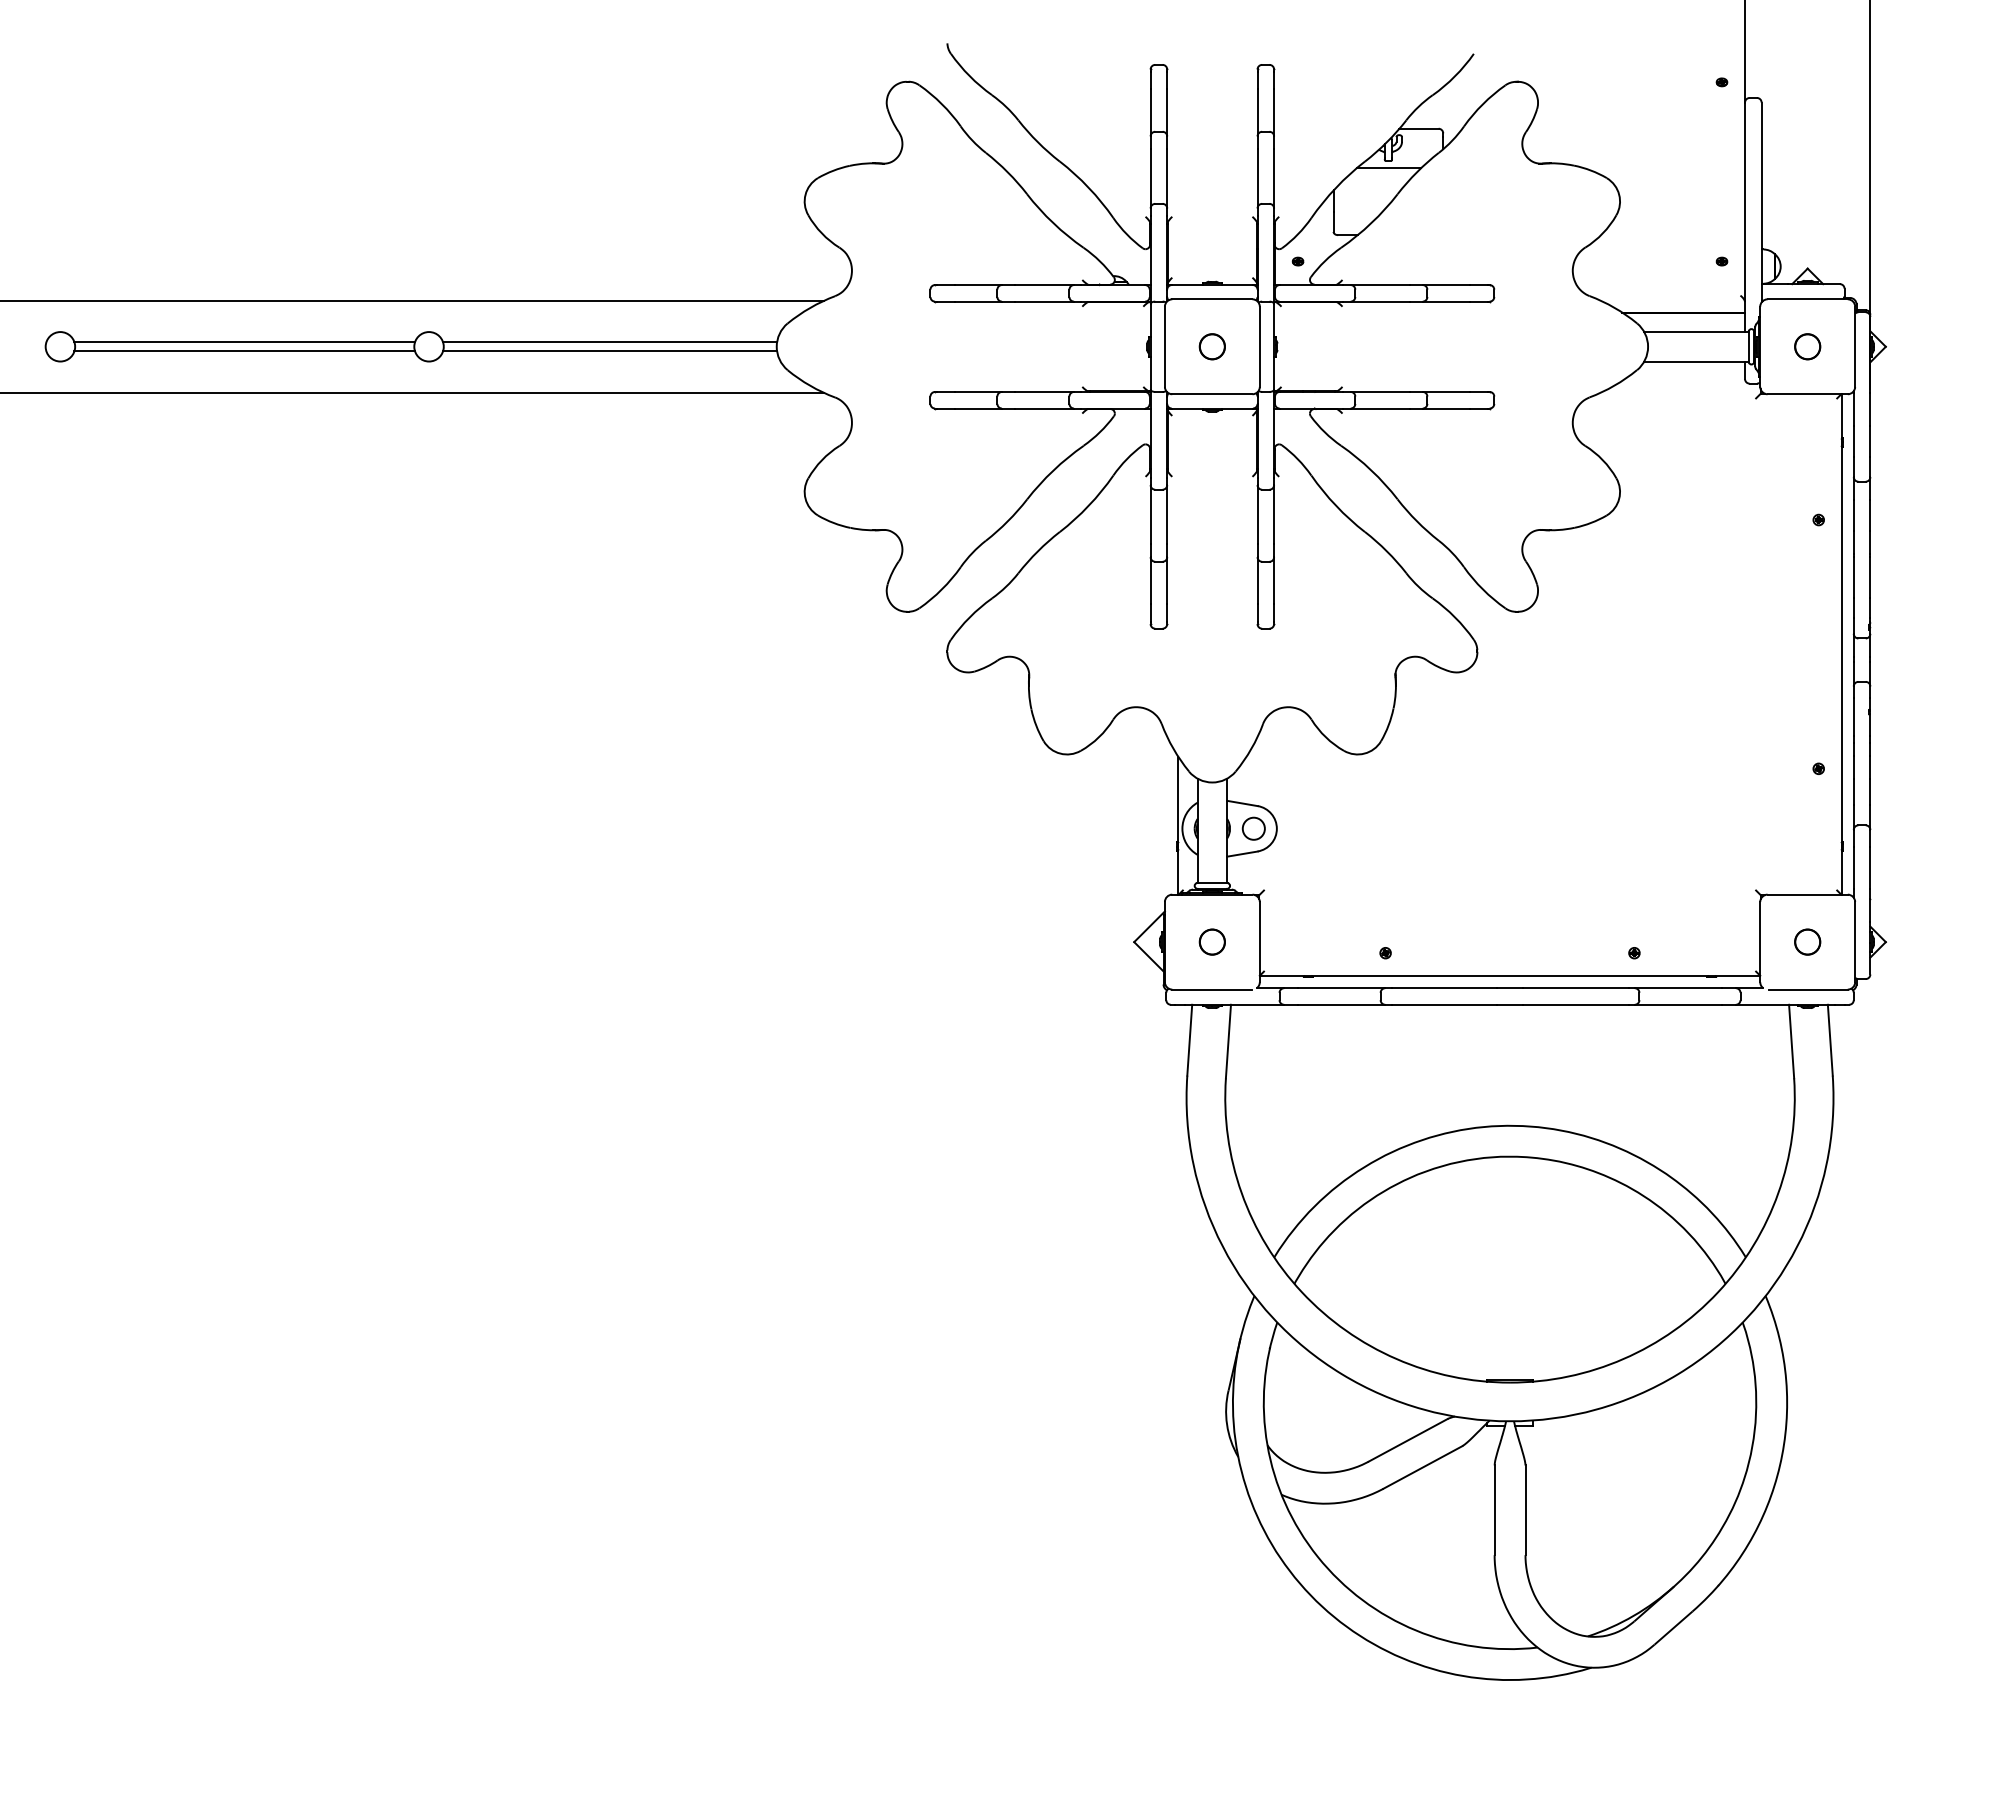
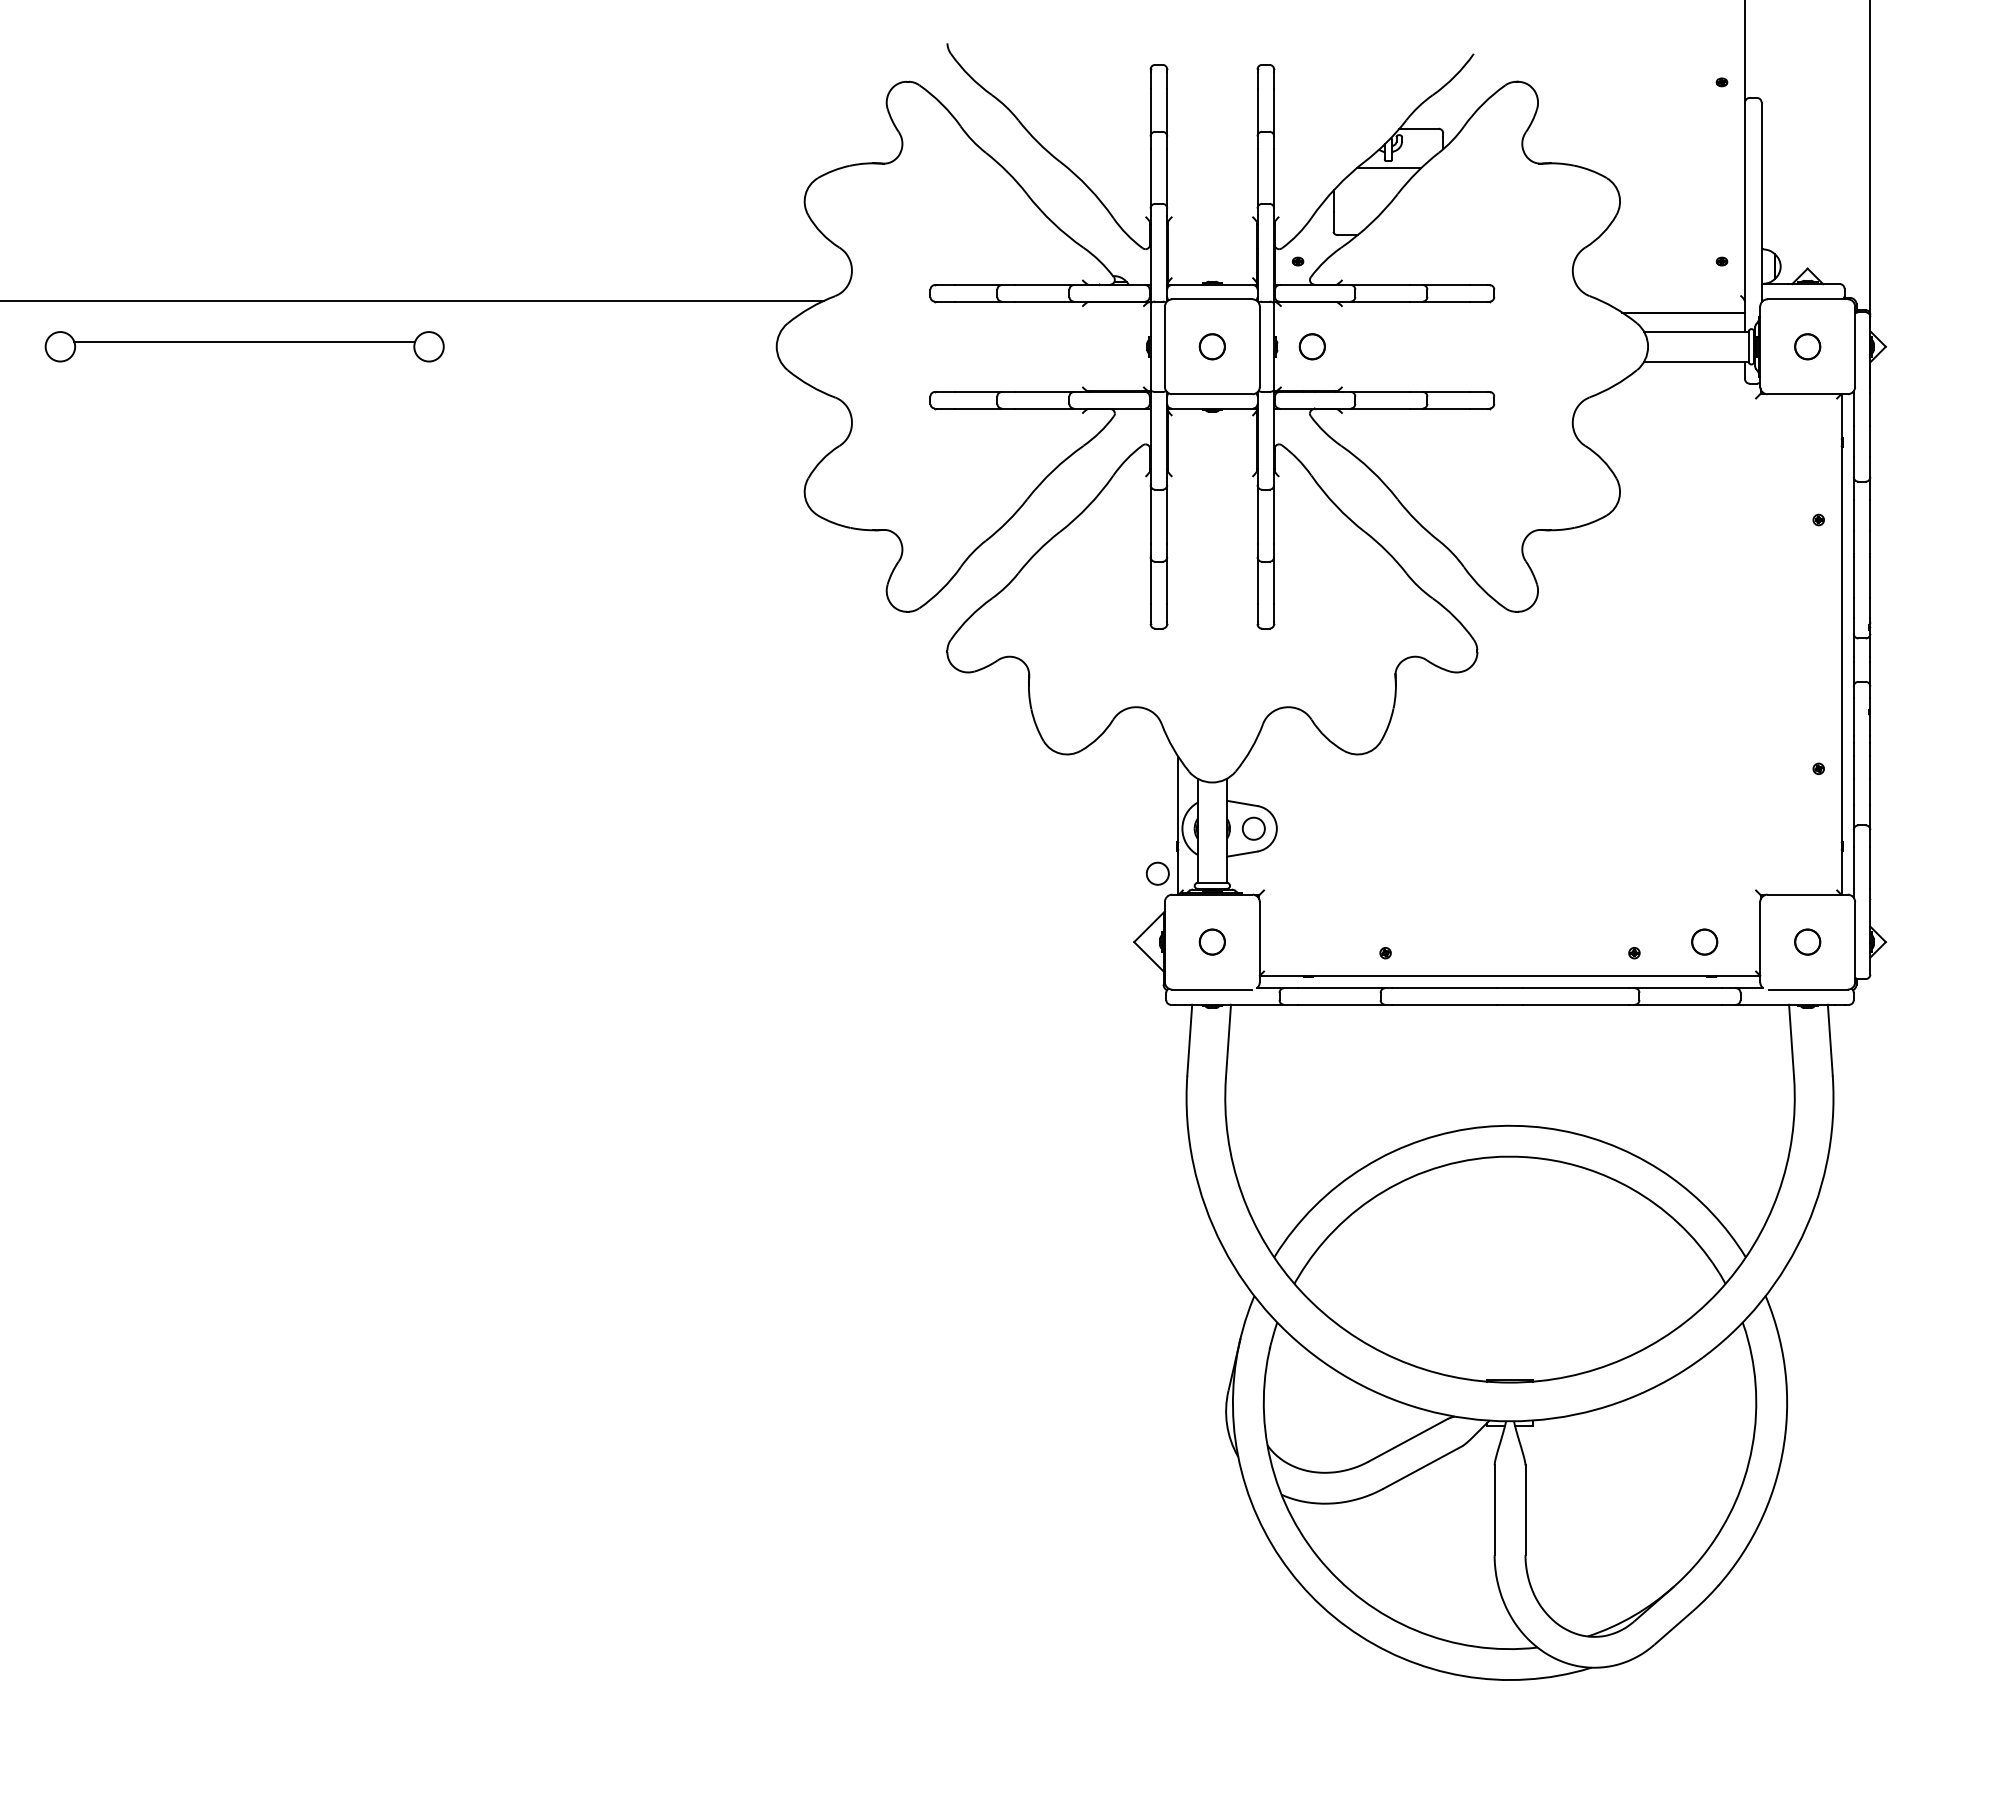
line at (610, 342): present -> none
circle at (1311, 346): none -> present
line at (244, 351): present -> none
line at (610, 351): present -> none
line at (413, 392): present -> none
circle at (1157, 873): none -> present
circle at (1704, 941): none -> present
